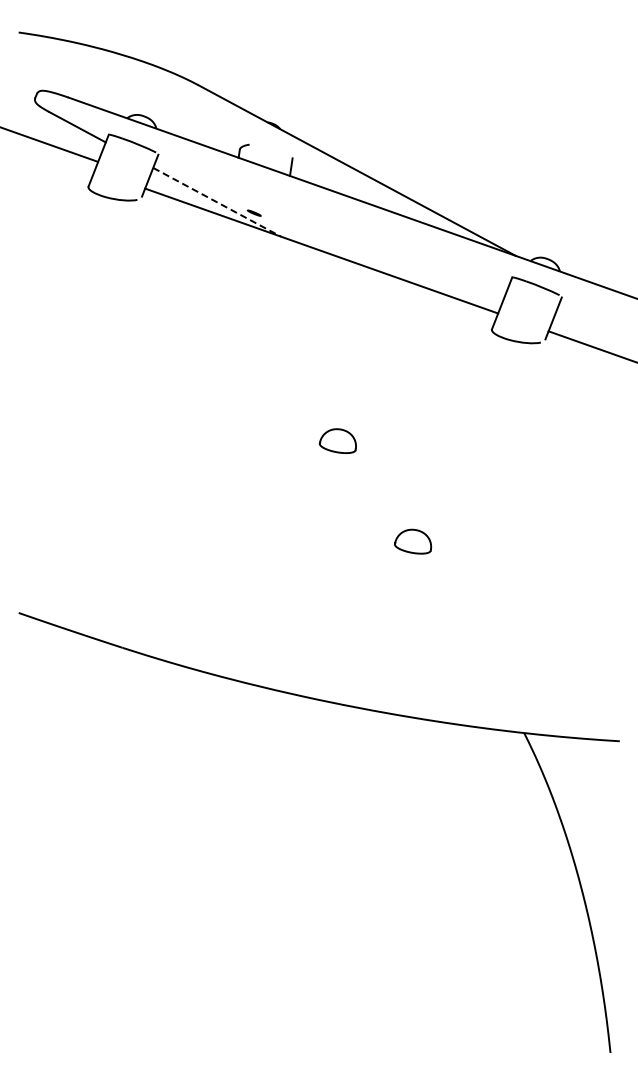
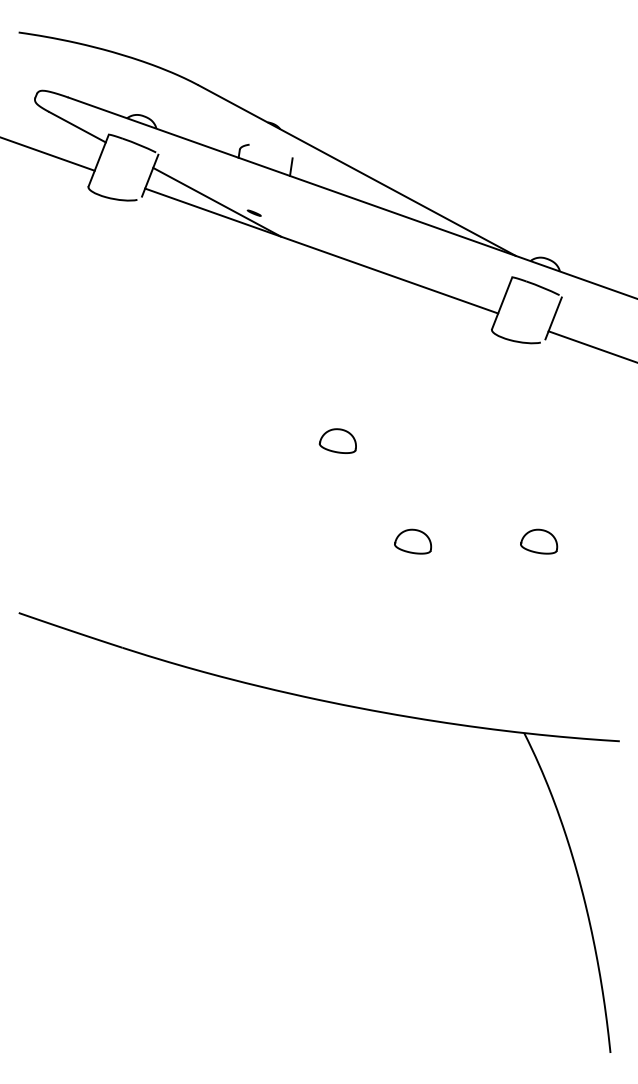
line at (49, 144) position: (49, 144) -> (48, 154)
line at (217, 202): dashed -> solid
part at (539, 541): none -> present
